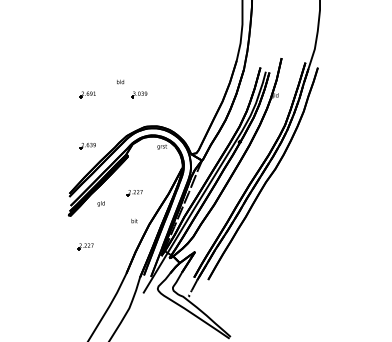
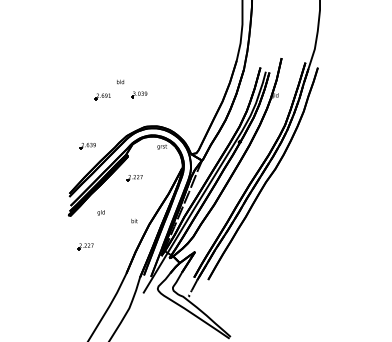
part at (87, 94) position: (87, 94) -> (102, 96)
part at (134, 193) position: (134, 193) -> (134, 178)
text at (100, 203) position: (100, 203) -> (100, 212)
